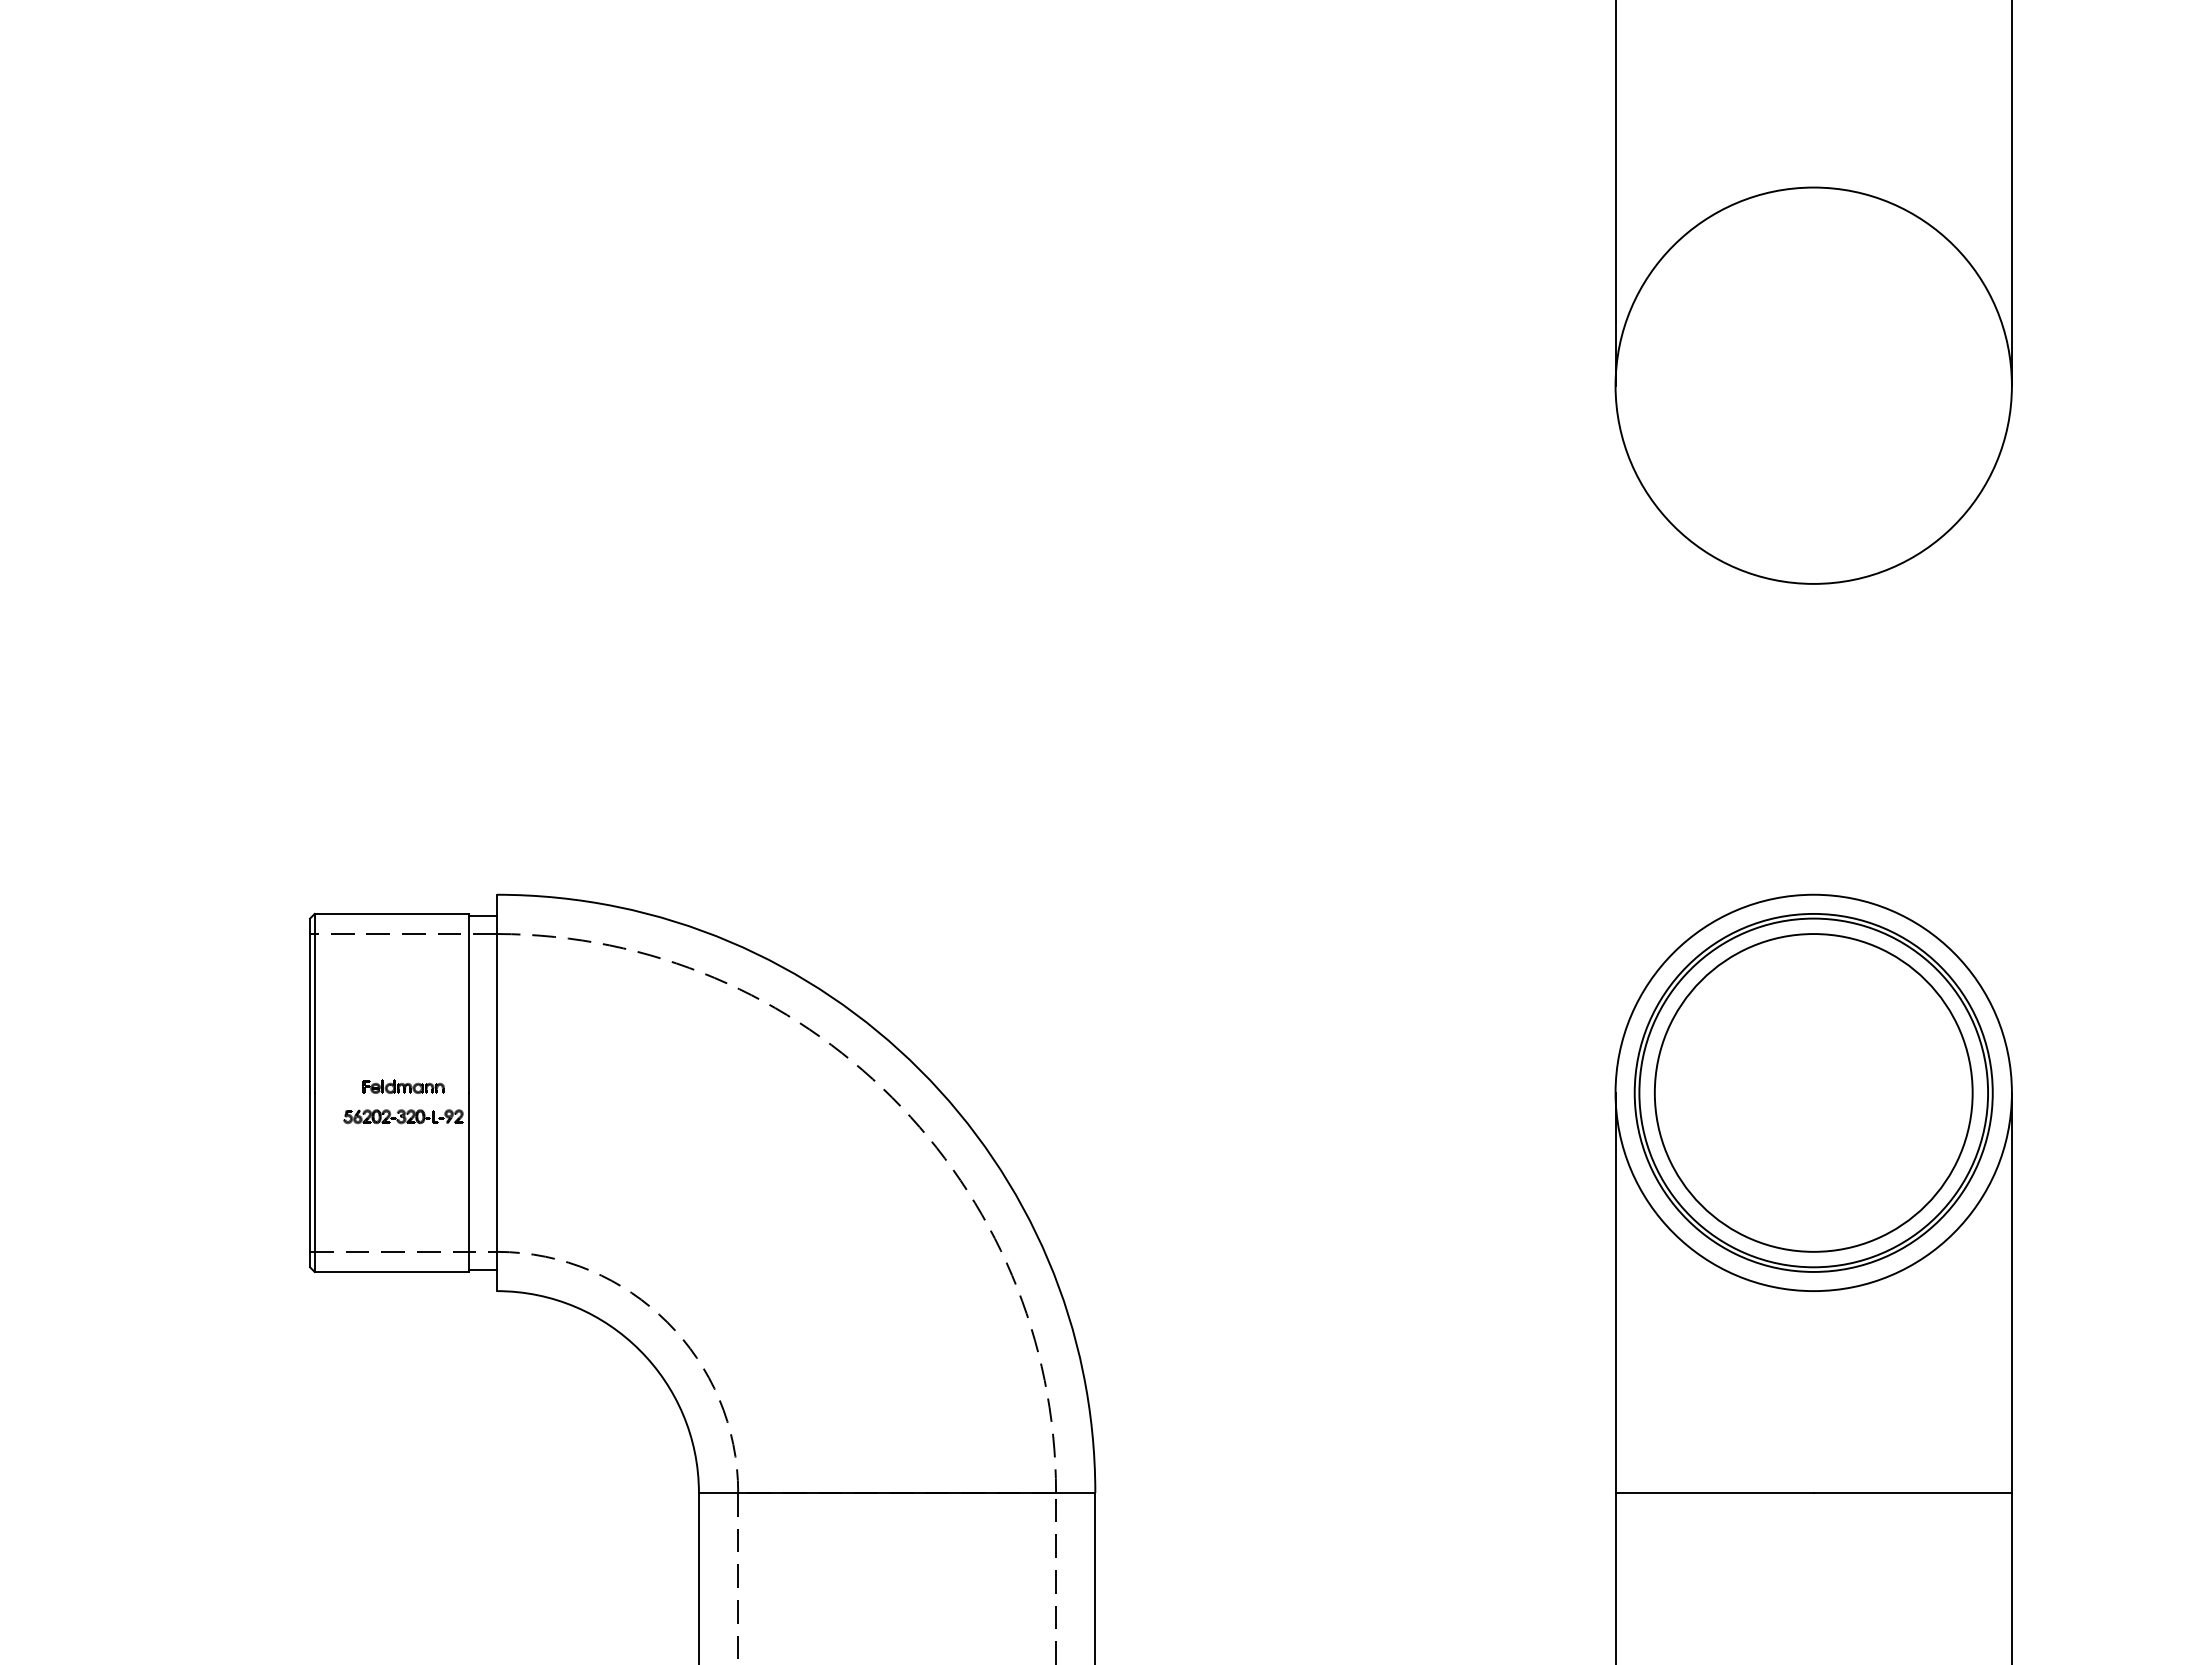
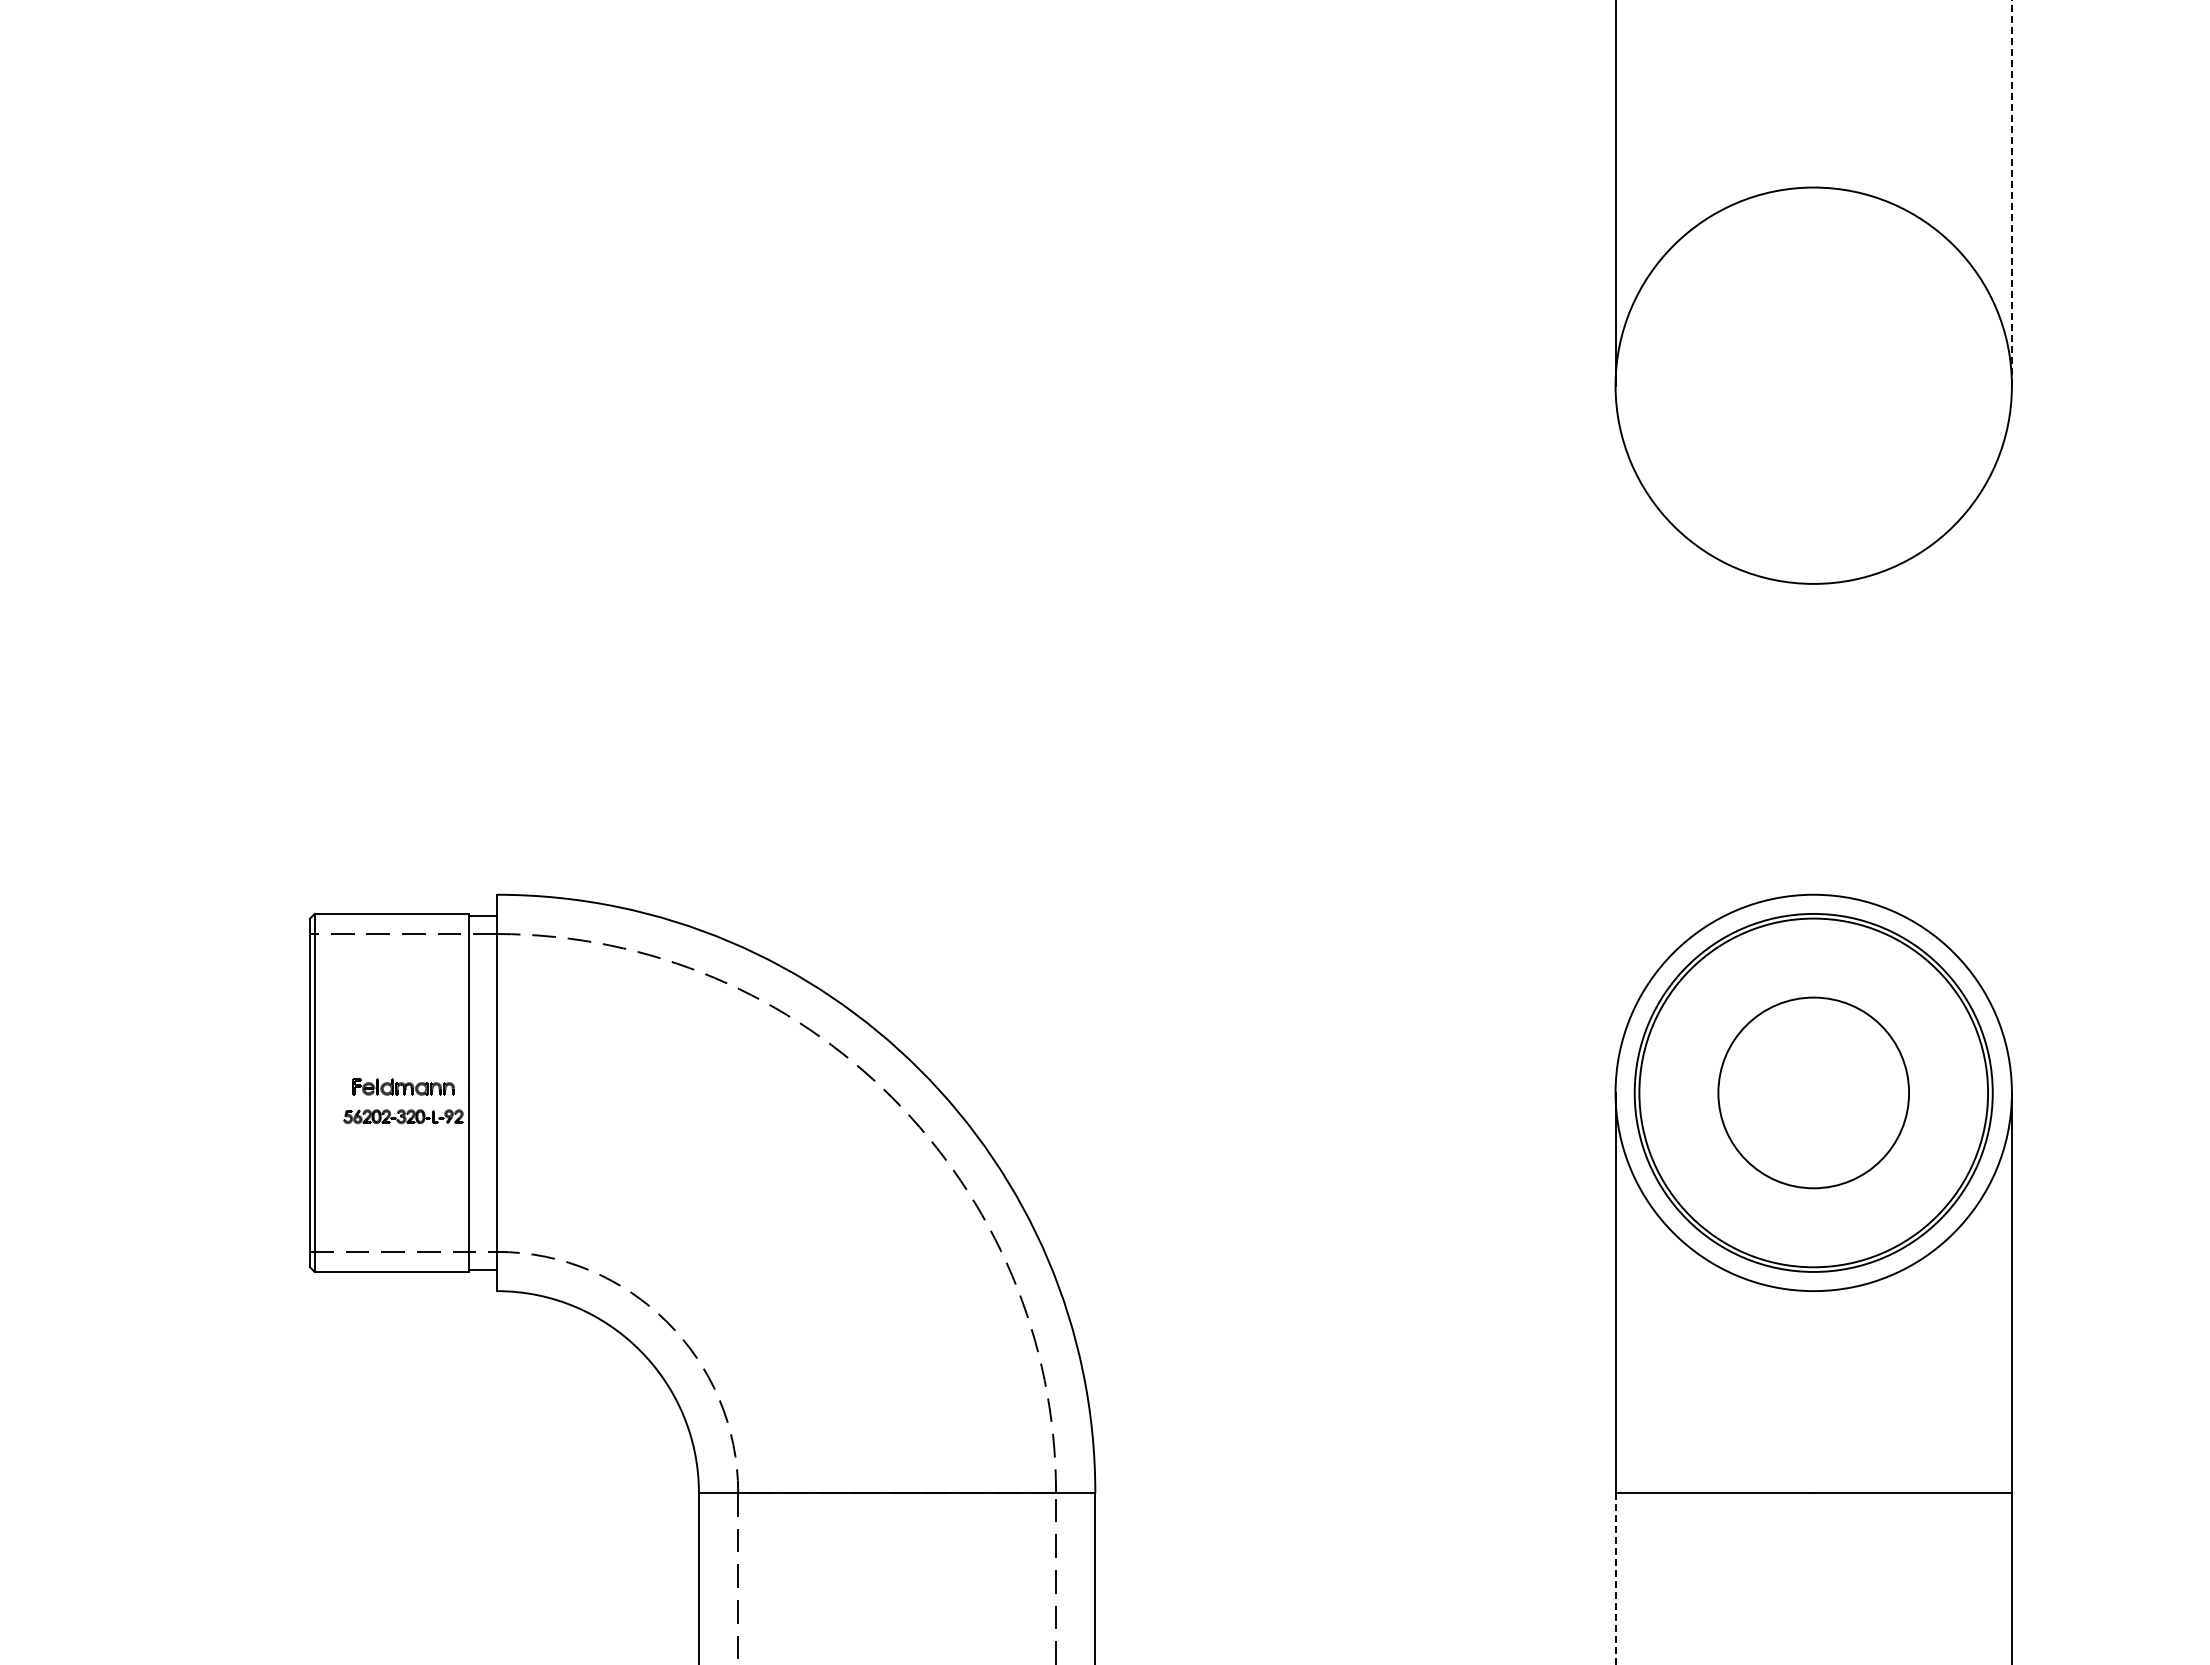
line at (2011, 193): solid -> dashed
part at (403, 1086) size: 83x15 px -> 103x18 px
circle at (1813, 1092) diameter: 318 px -> 191 px
line at (1615, 1578): solid -> dashed
